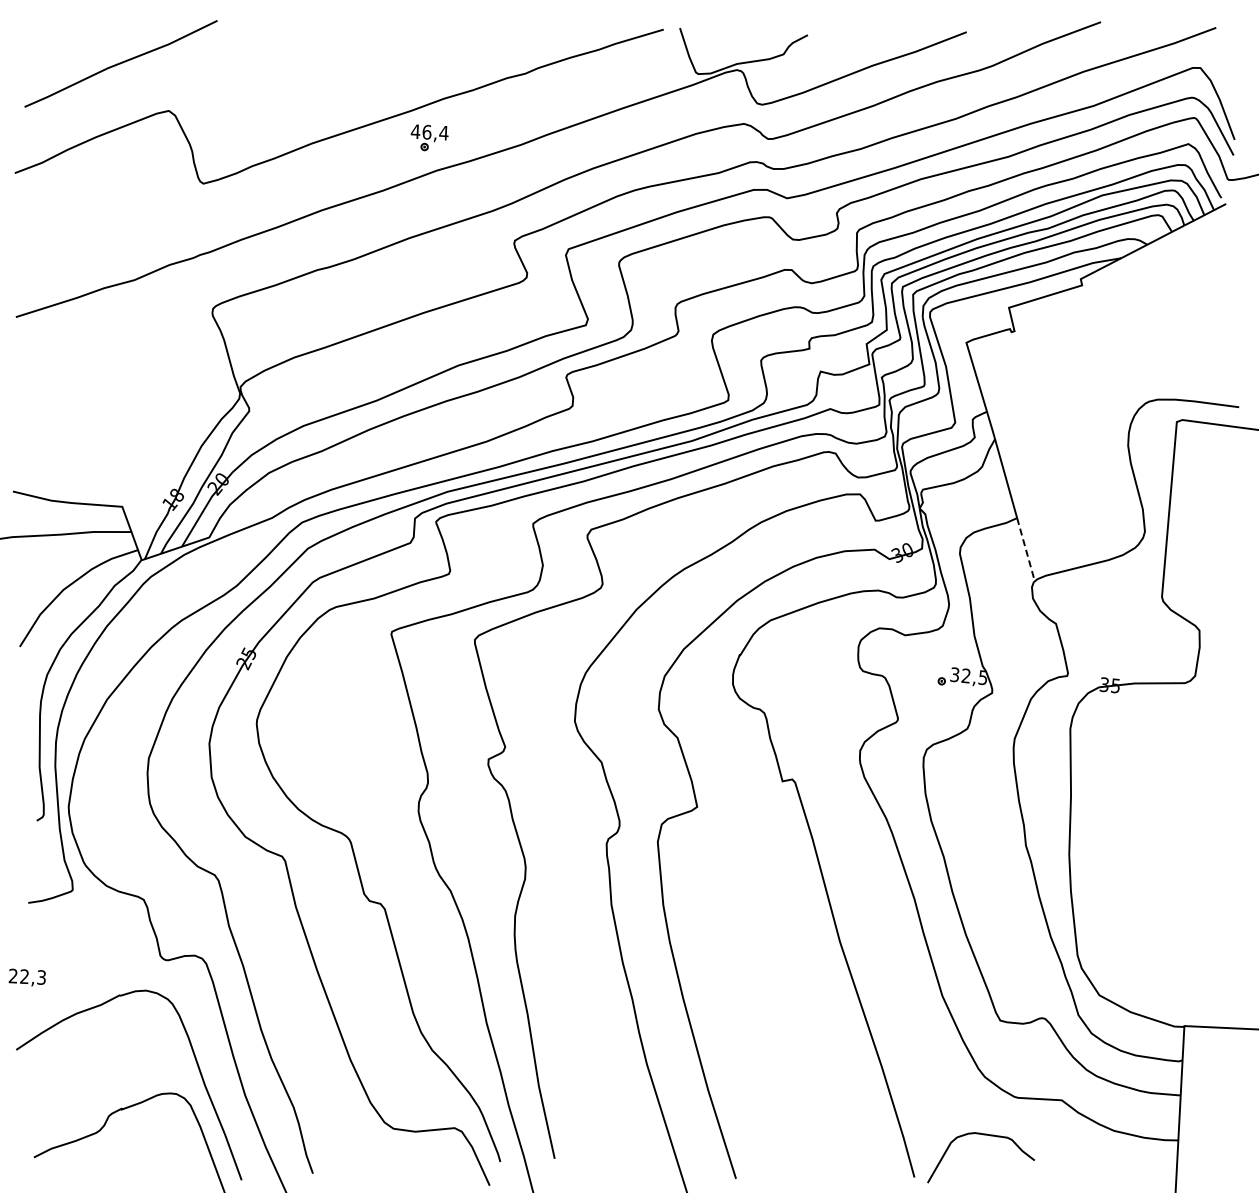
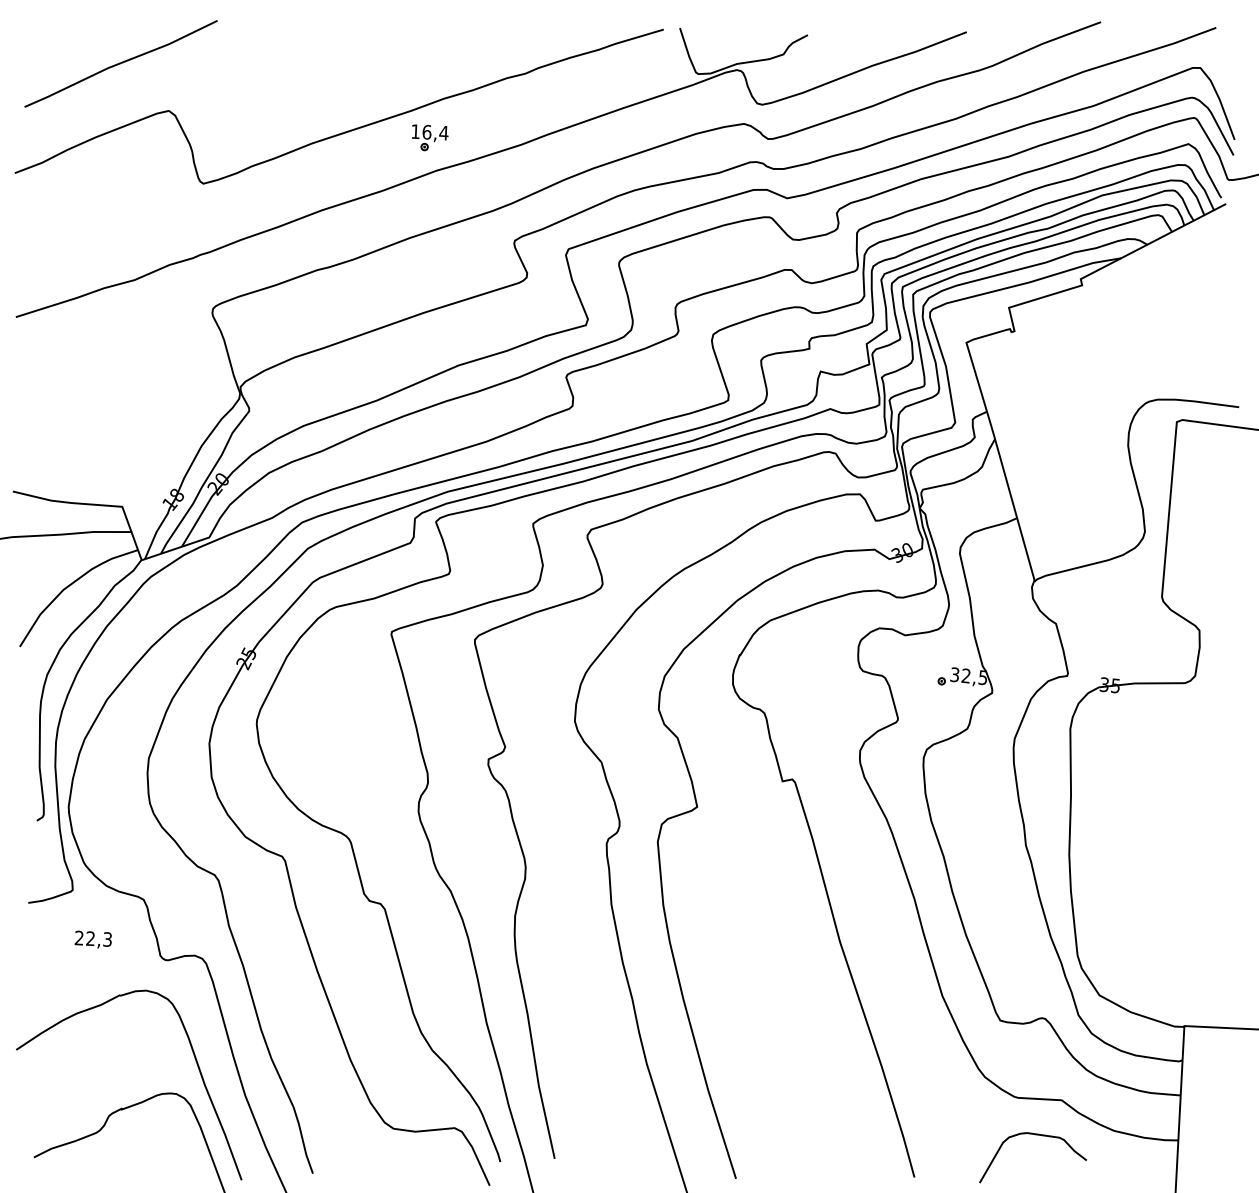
text at (415, 131): 46,4 -> 16,4
line at (1026, 550): dashed -> solid
text at (26, 977) position: (26, 977) -> (92, 939)
curve at (983, 1135) position: (983, 1135) -> (1035, 1135)
